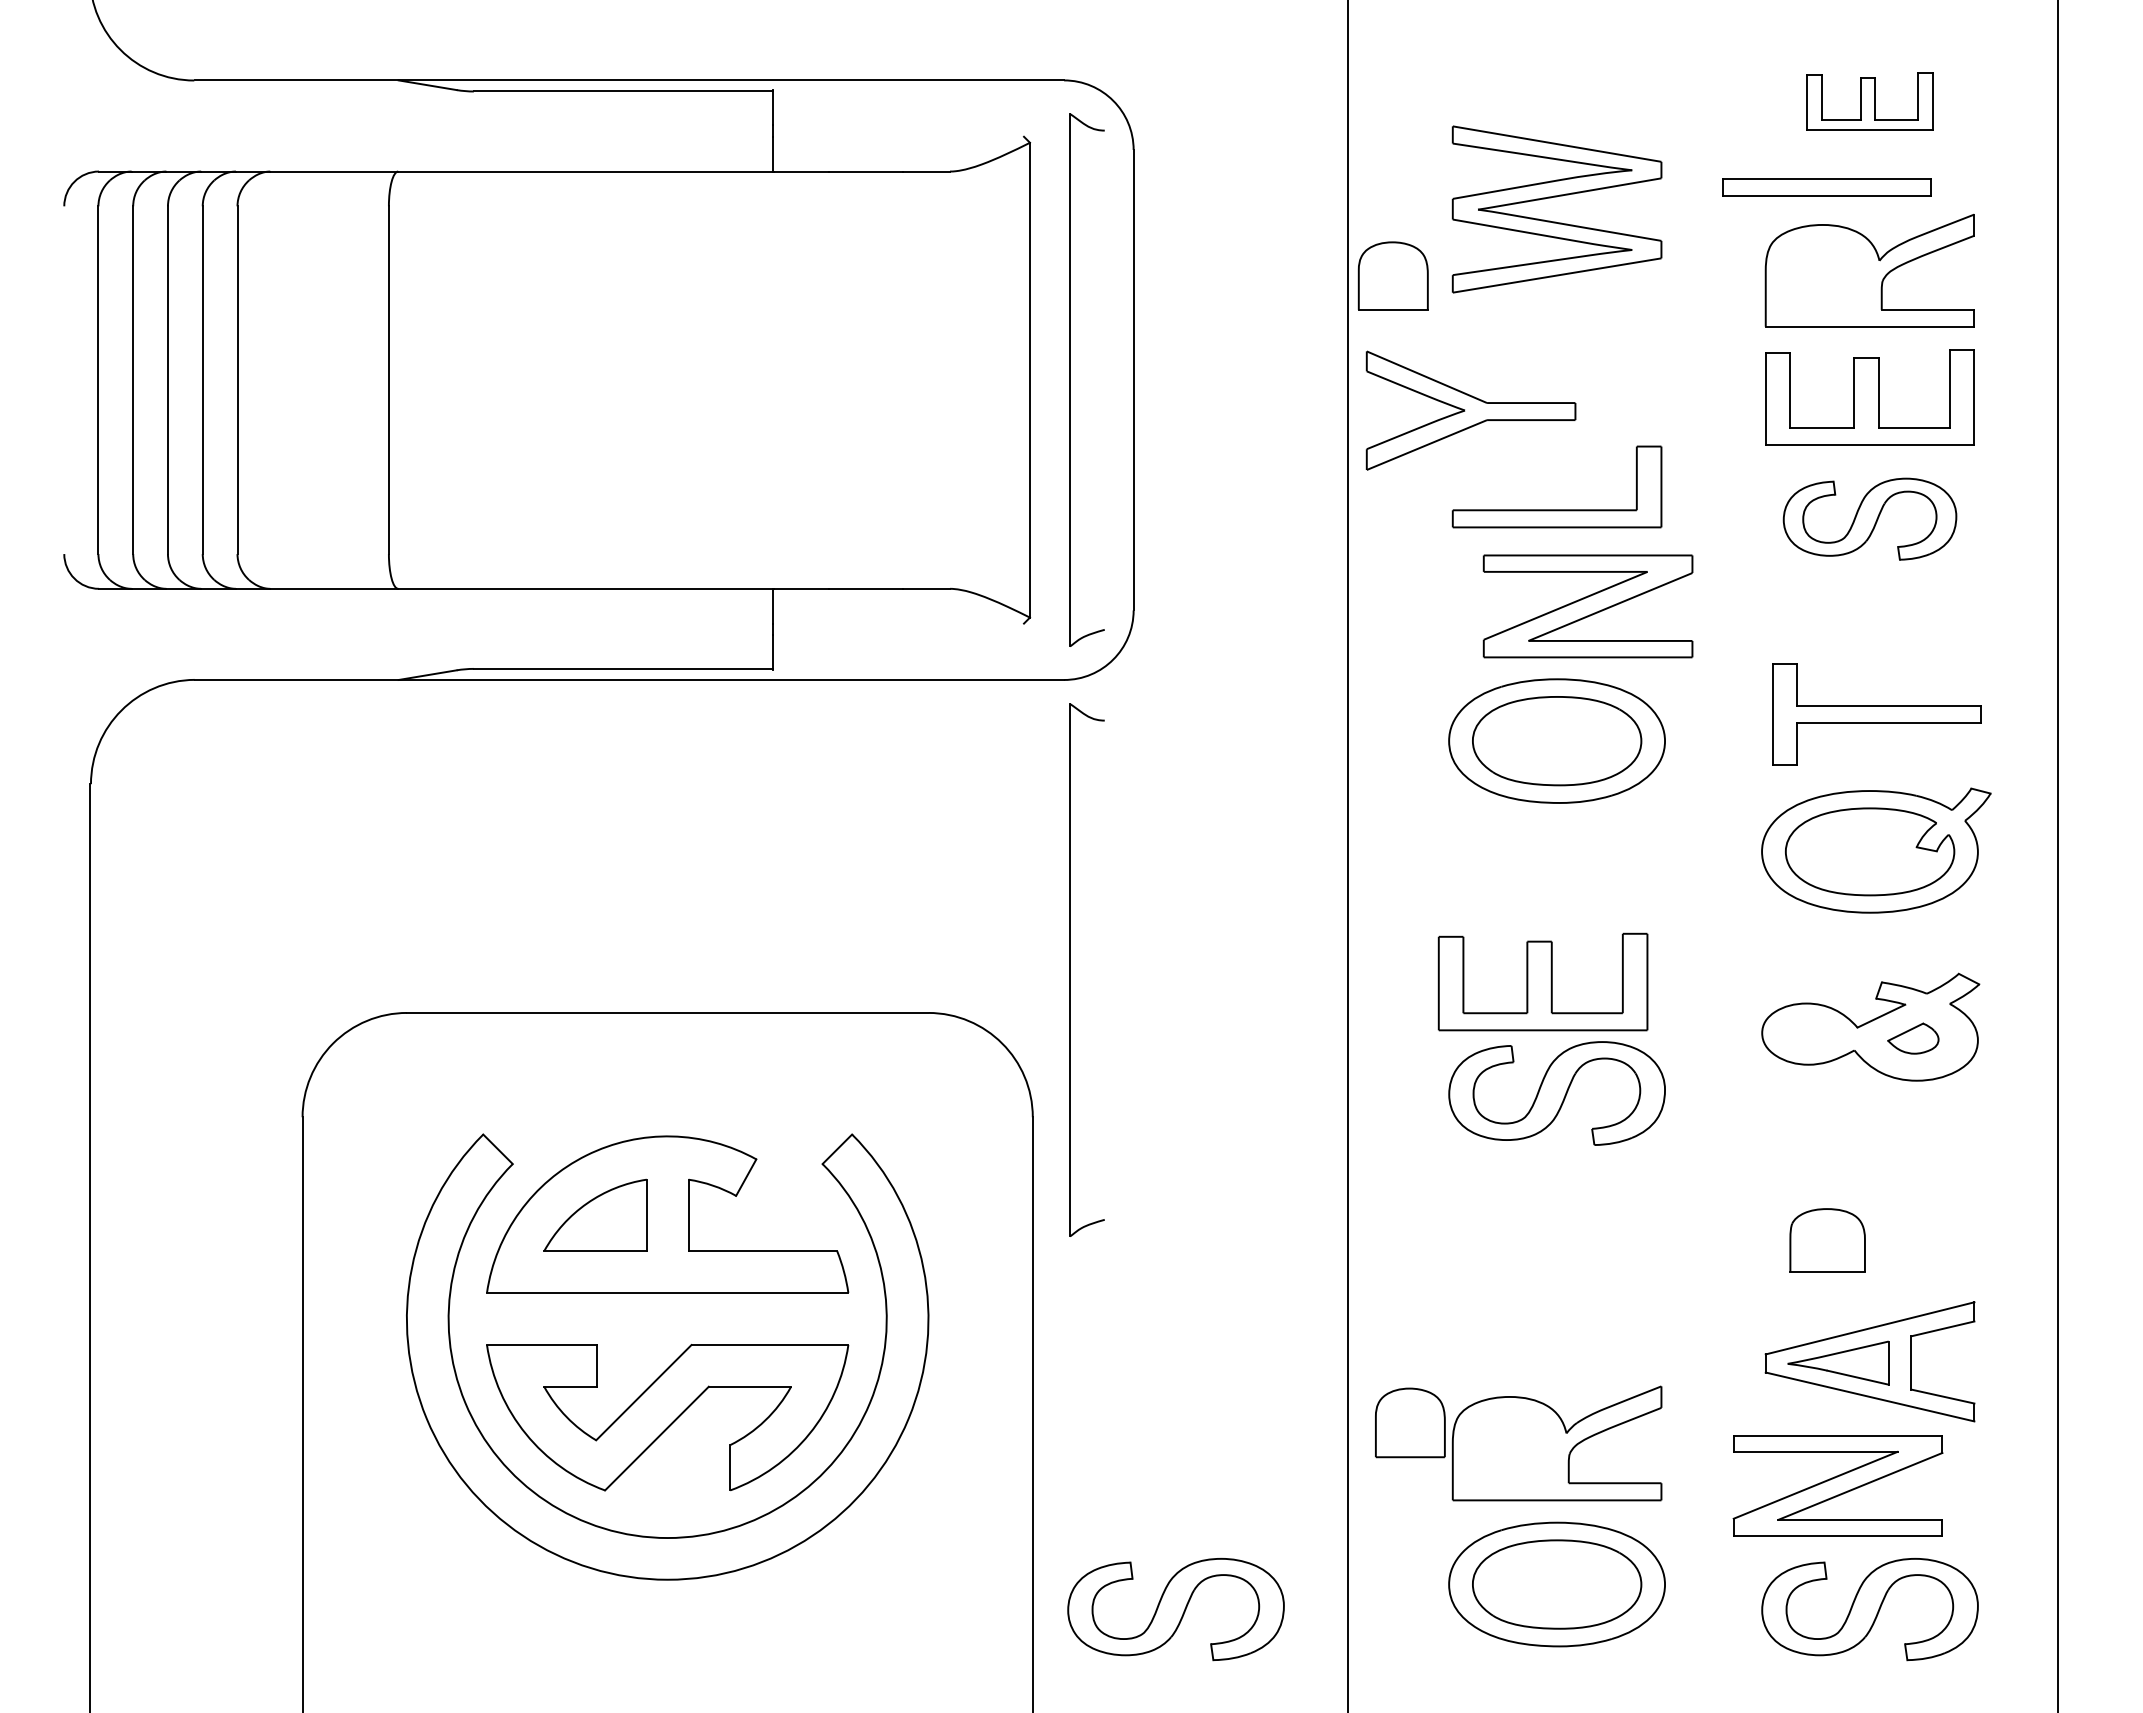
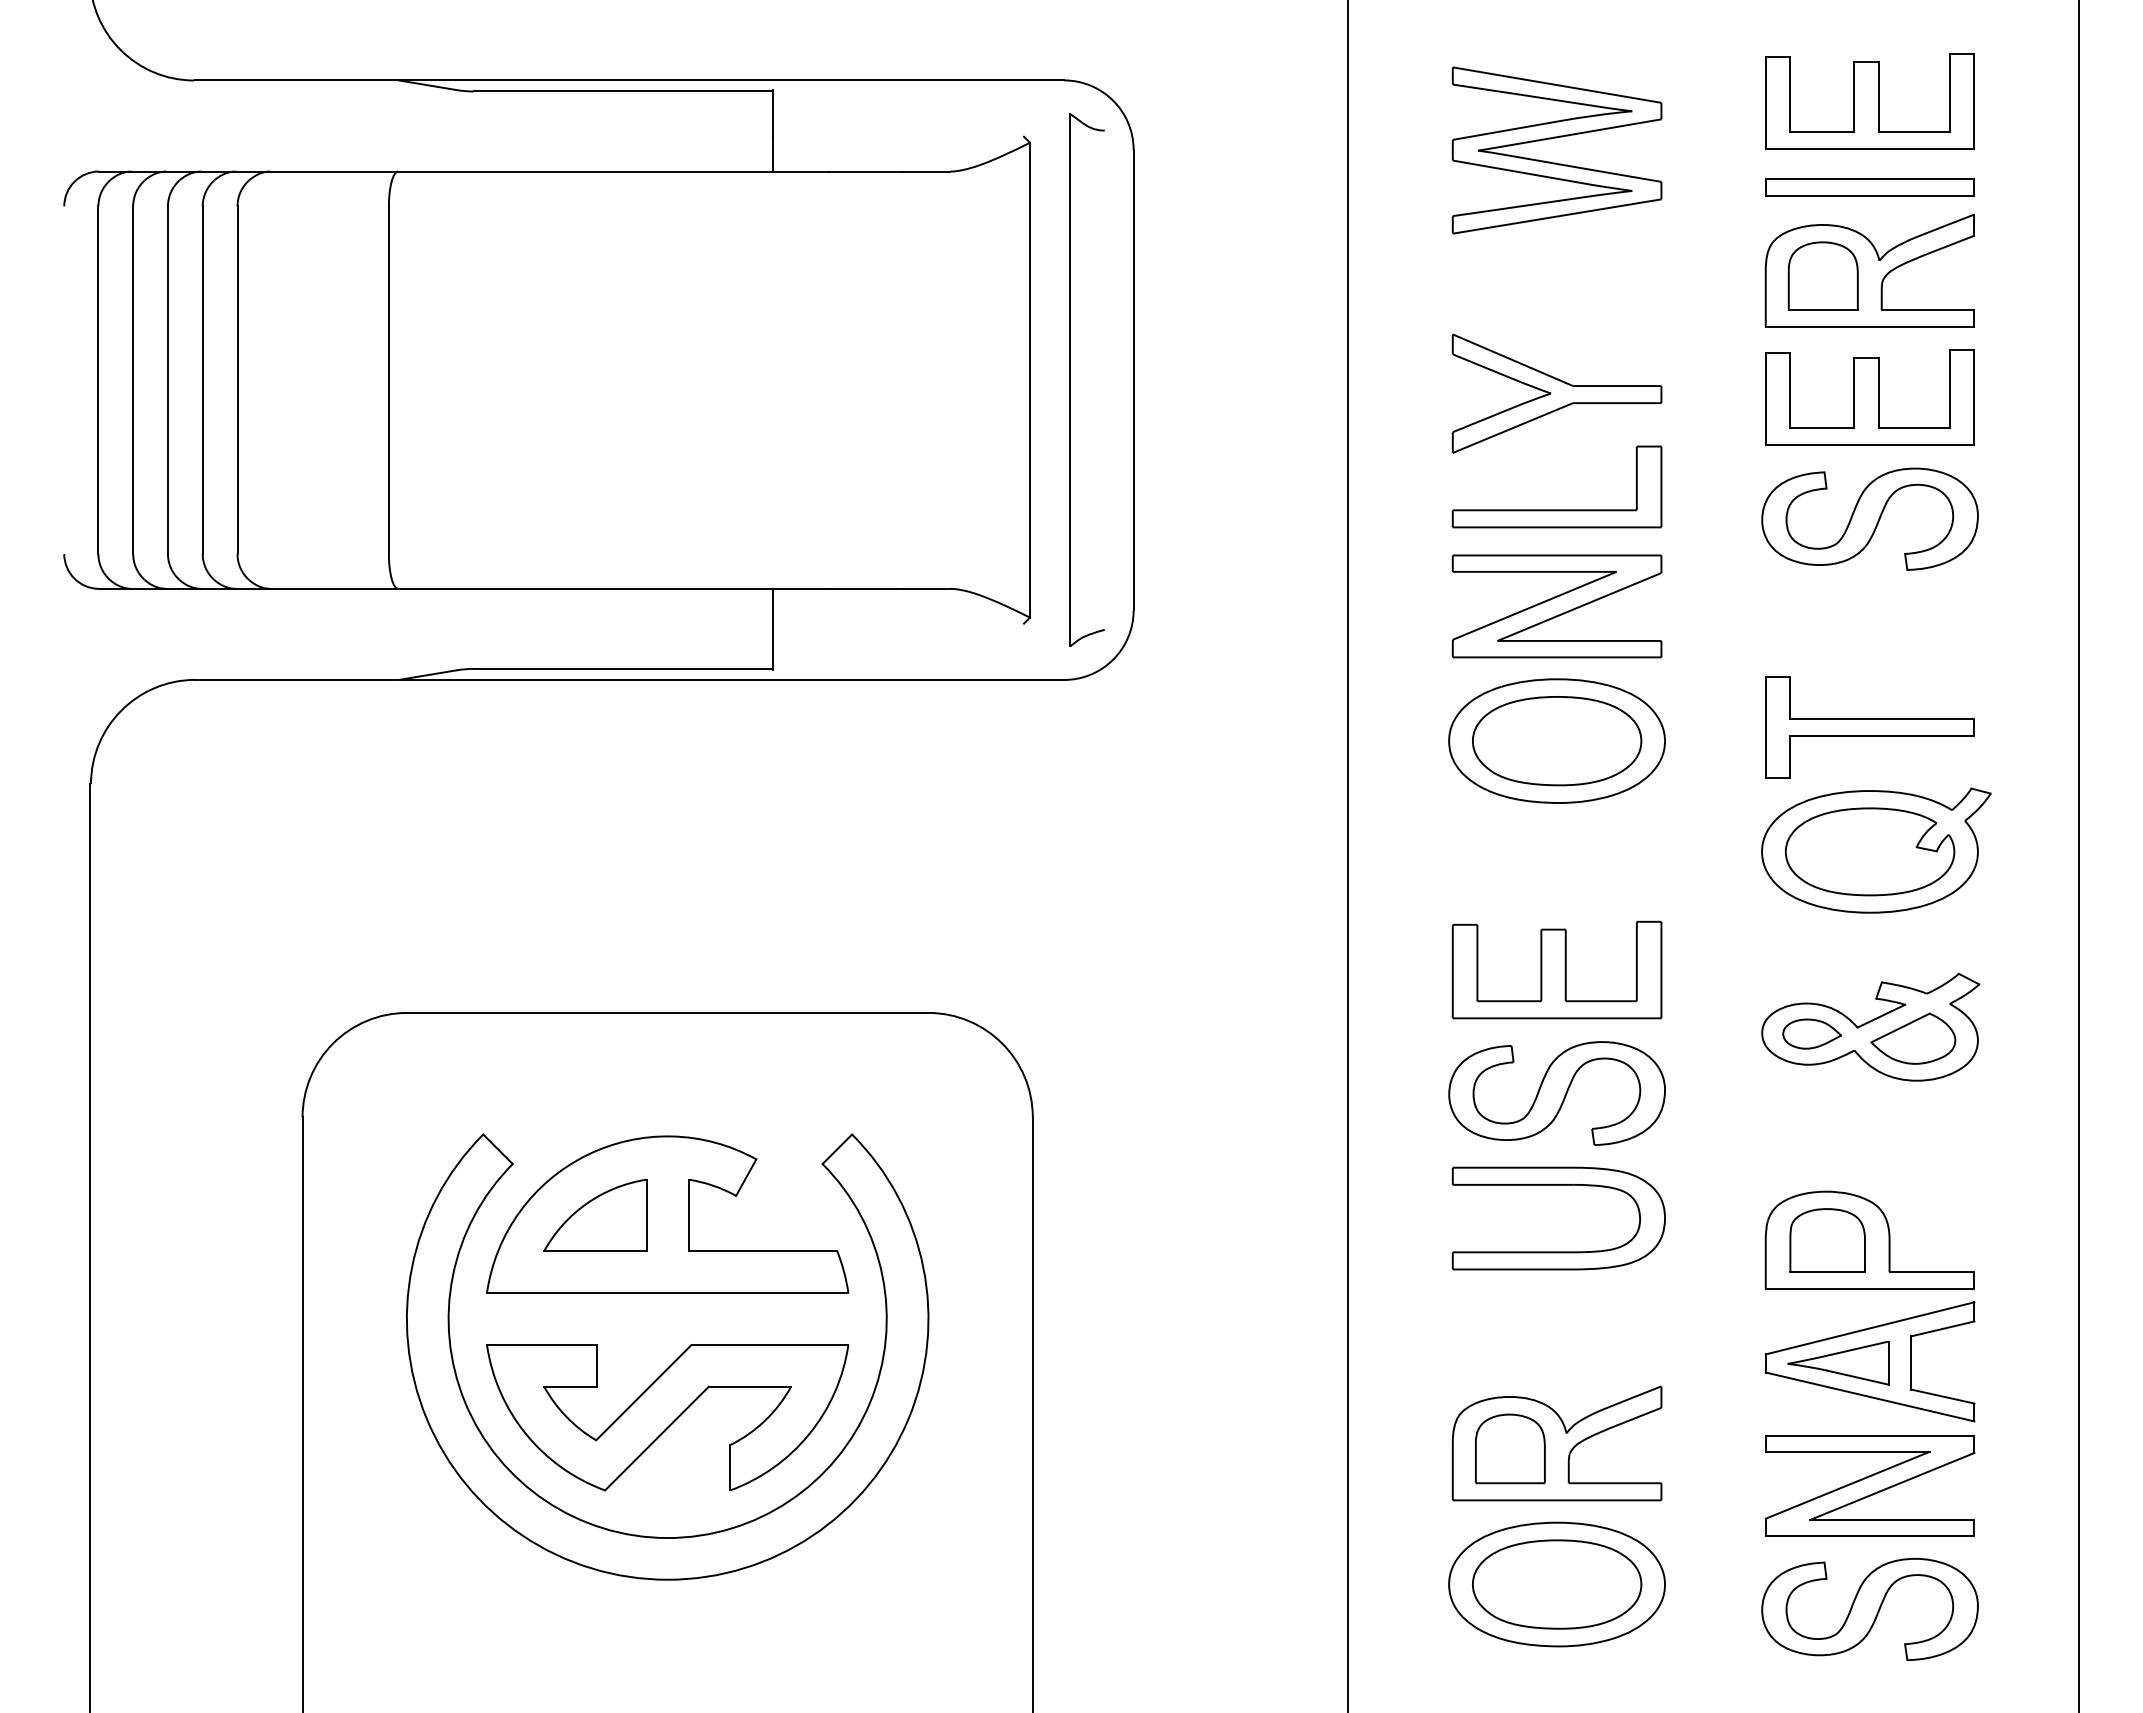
part at (1869, 101) size: 128x59 px -> 210x97 px
part at (1826, 187) position: (1826, 187) -> (1869, 187)
part at (1556, 197) position: (1556, 197) -> (1556, 138)
part at (1392, 275) position: (1392, 275) -> (1822, 275)
part at (1470, 410) position: (1470, 410) -> (1556, 393)
part at (1869, 518) size: 176x84 px -> 218x104 px
part at (1587, 606) position: (1587, 606) -> (1556, 606)
part at (1876, 714) position: (1876, 714) -> (1869, 727)
line at (2057, 855) position: (2057, 855) -> (2078, 855)
part at (1070, 969): present -> none
part at (1542, 981) position: (1542, 981) -> (1556, 969)
part at (1811, 1033): none -> present
part at (1913, 1038) size: 53x33 px -> 87x53 px
part at (1558, 1185): none -> present
part at (1869, 1239): none -> present
part at (1410, 1422) position: (1410, 1422) -> (1510, 1448)
part at (1837, 1485) position: (1837, 1485) -> (1869, 1485)
part at (1175, 1609): present -> none
